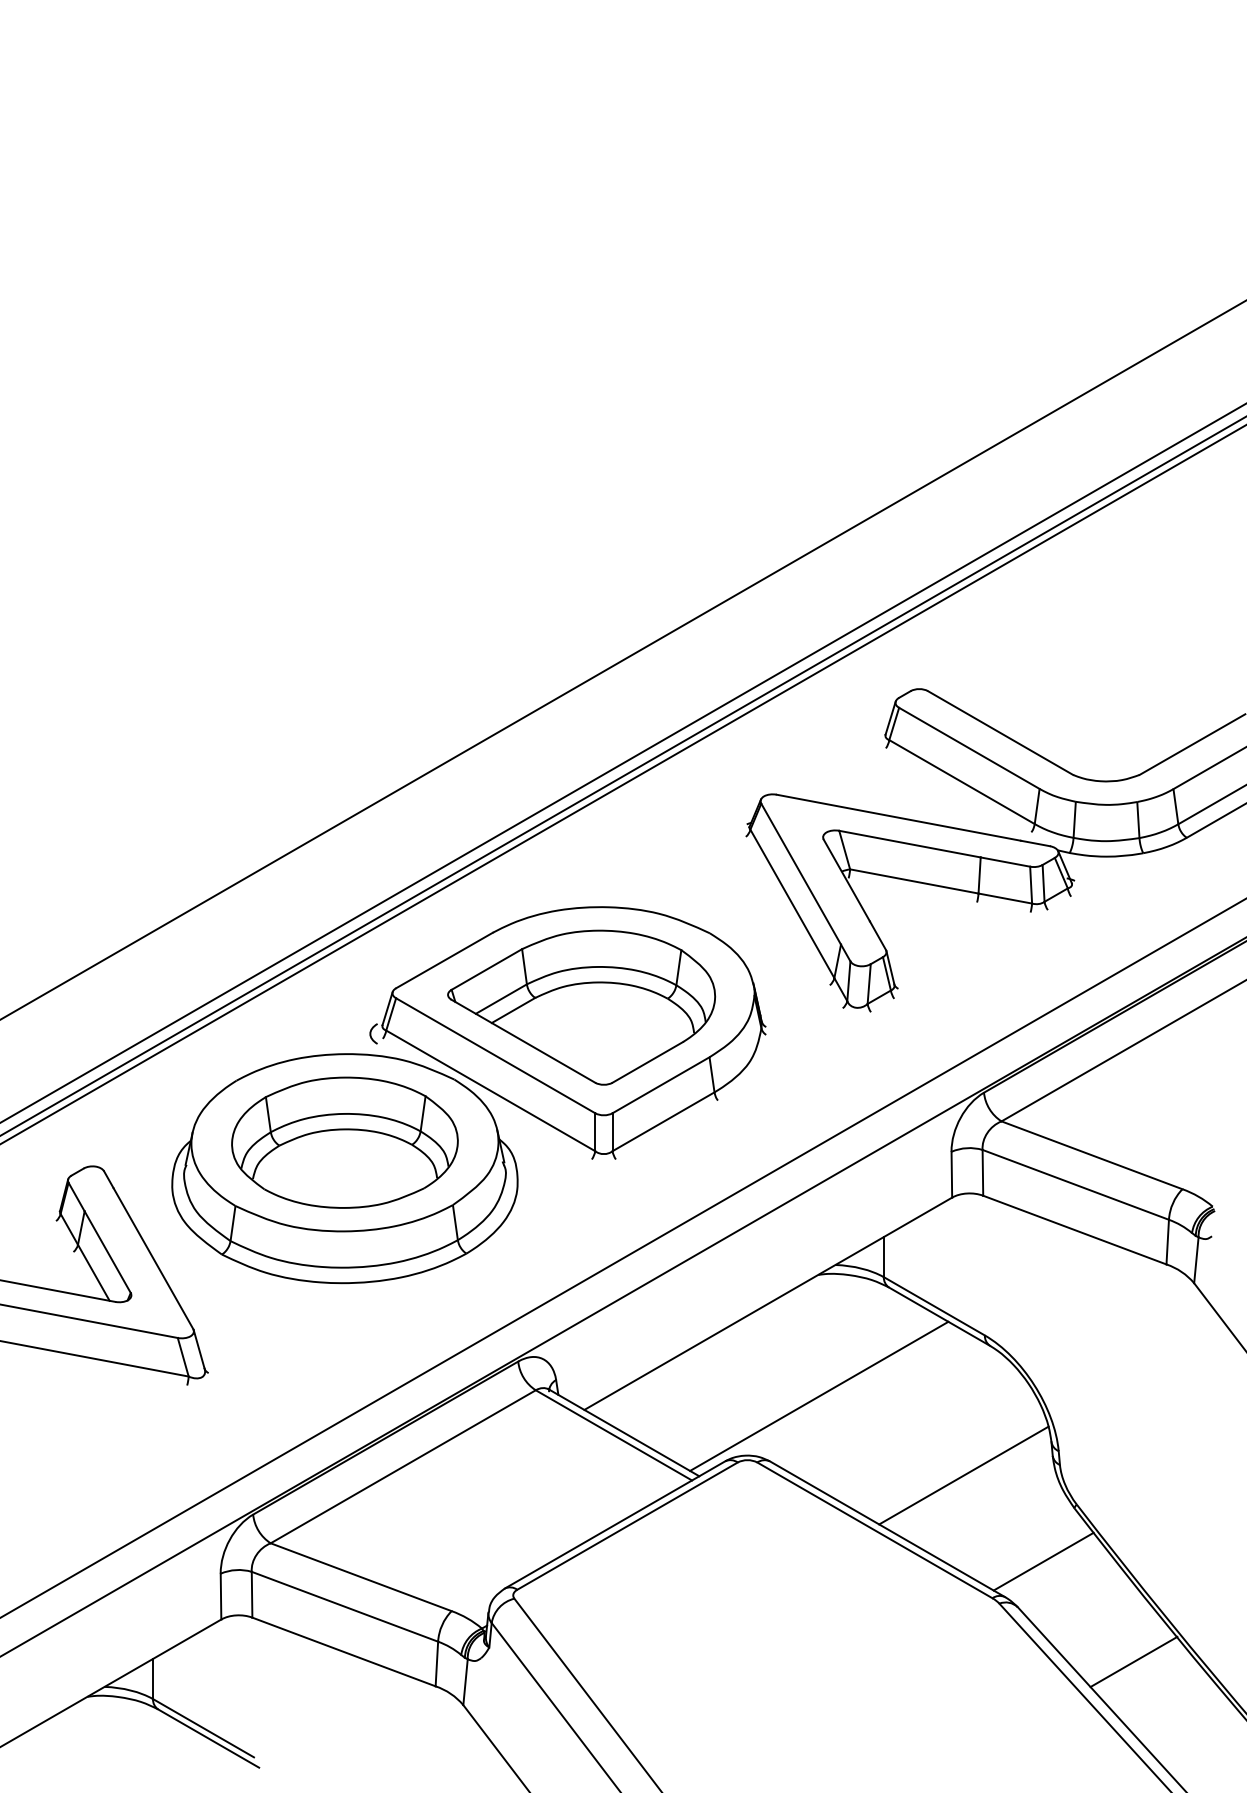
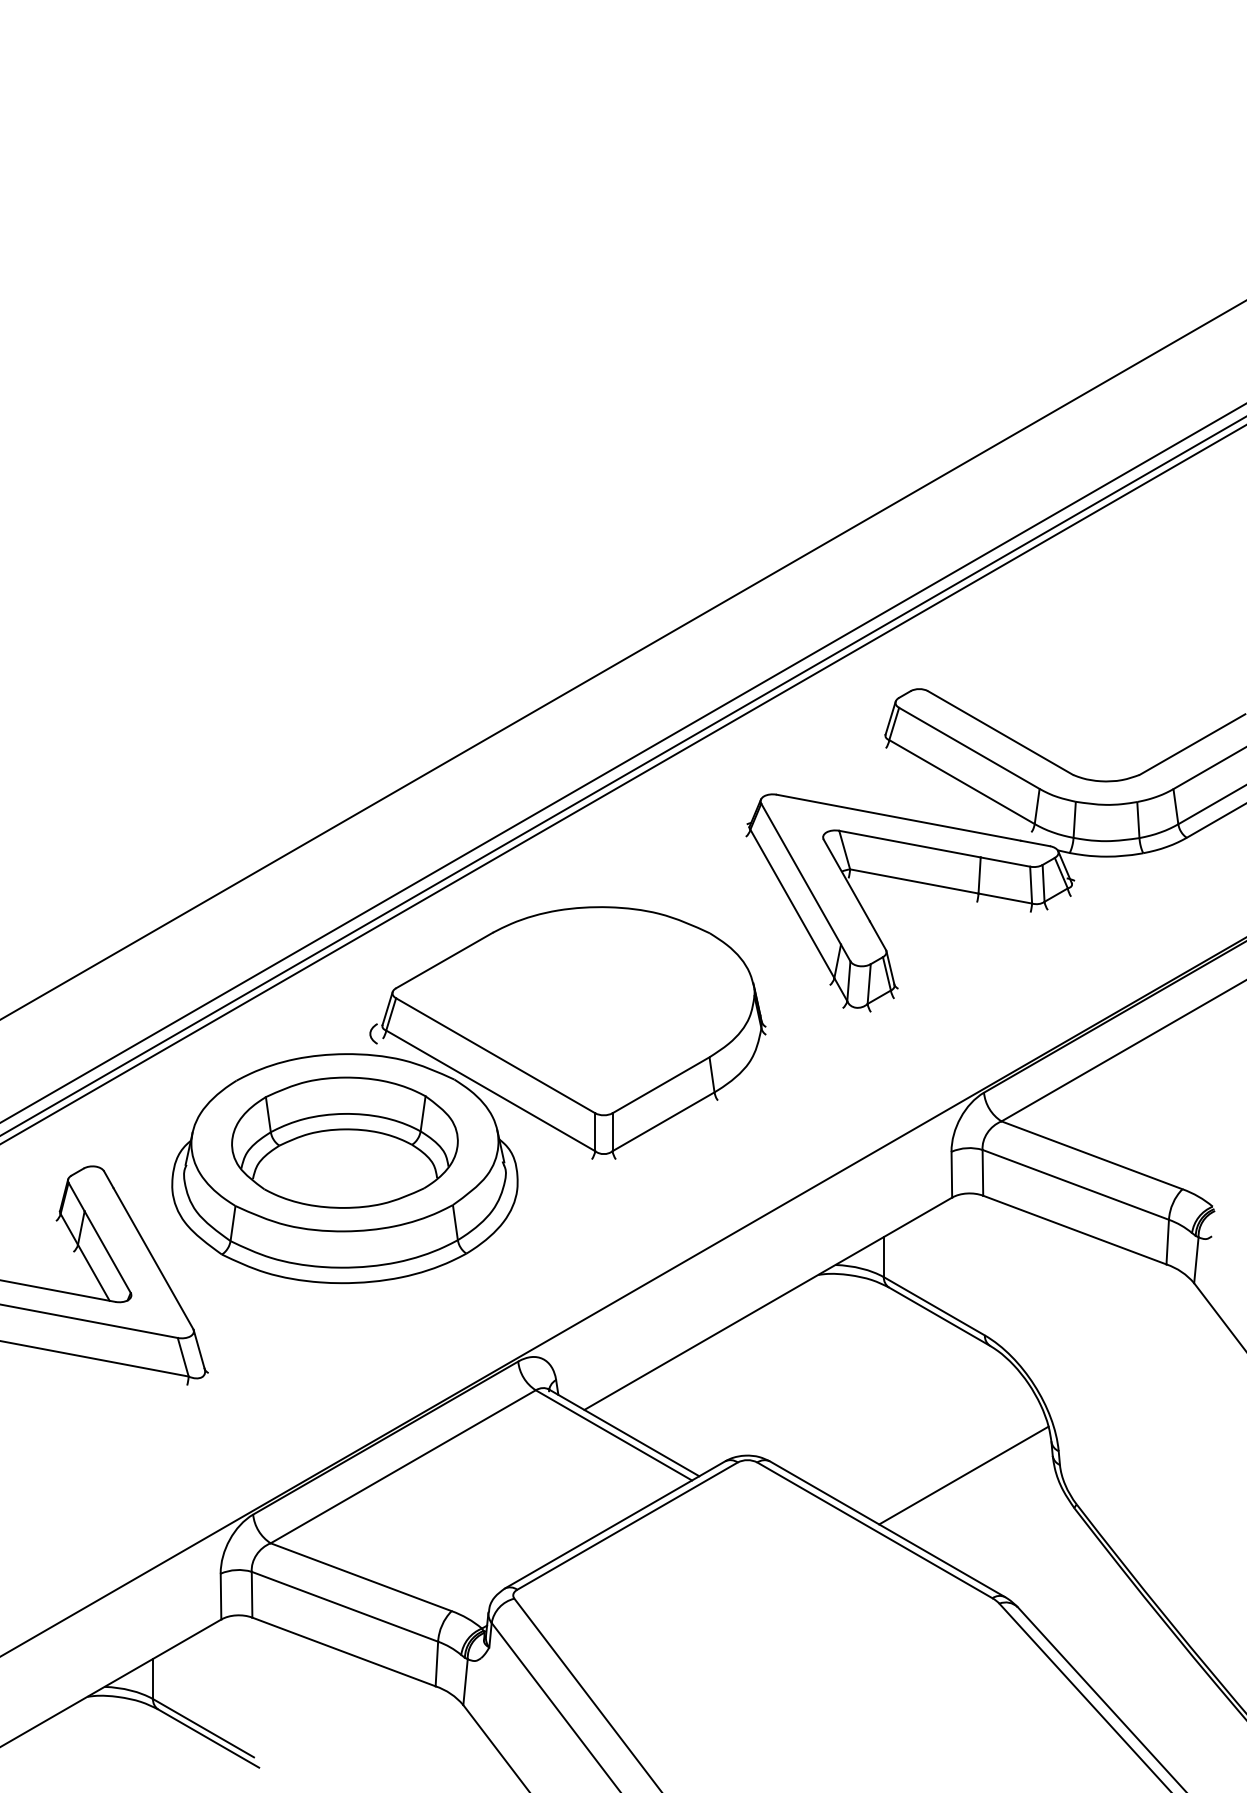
part at (581, 1007): present -> none
line at (622, 1258): present -> none
line at (819, 1395): present -> none
line at (1043, 1561): present -> none
line at (1133, 1661): present -> none
